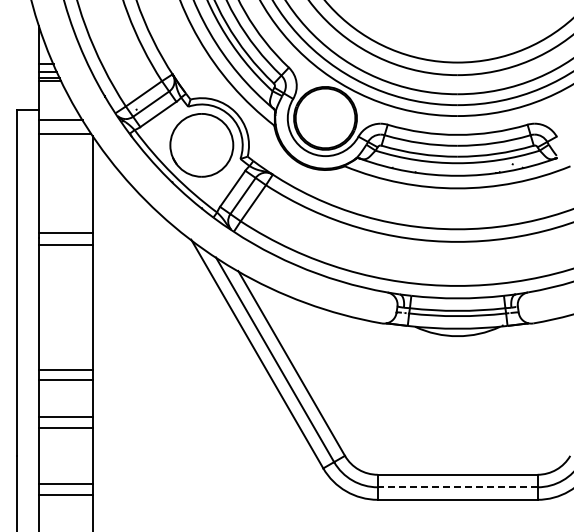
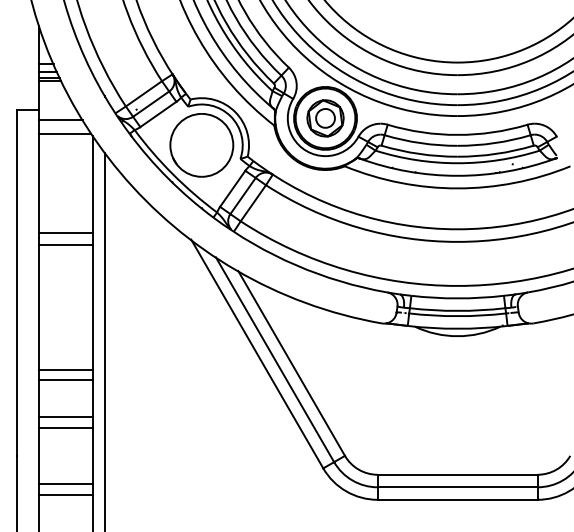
part at (325, 118): none -> present
line at (105, 340): none -> present
line at (457, 487): dashed -> solid
